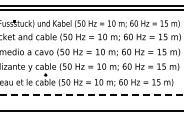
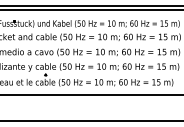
line at (91, 95): dashed -> solid
line at (91, 110) position: (91, 110) -> (91, 120)
